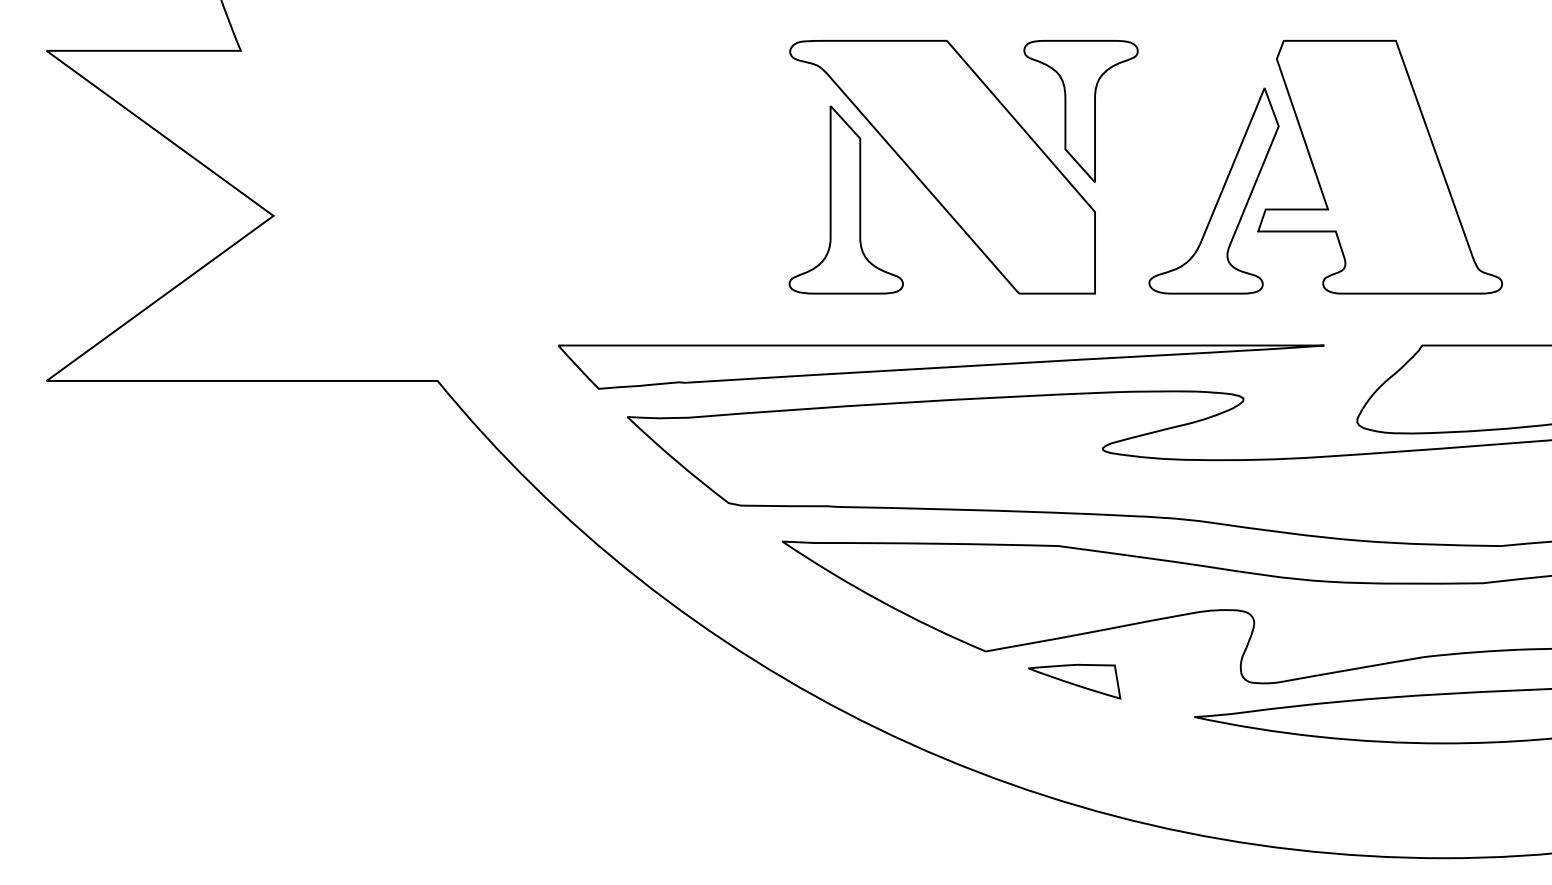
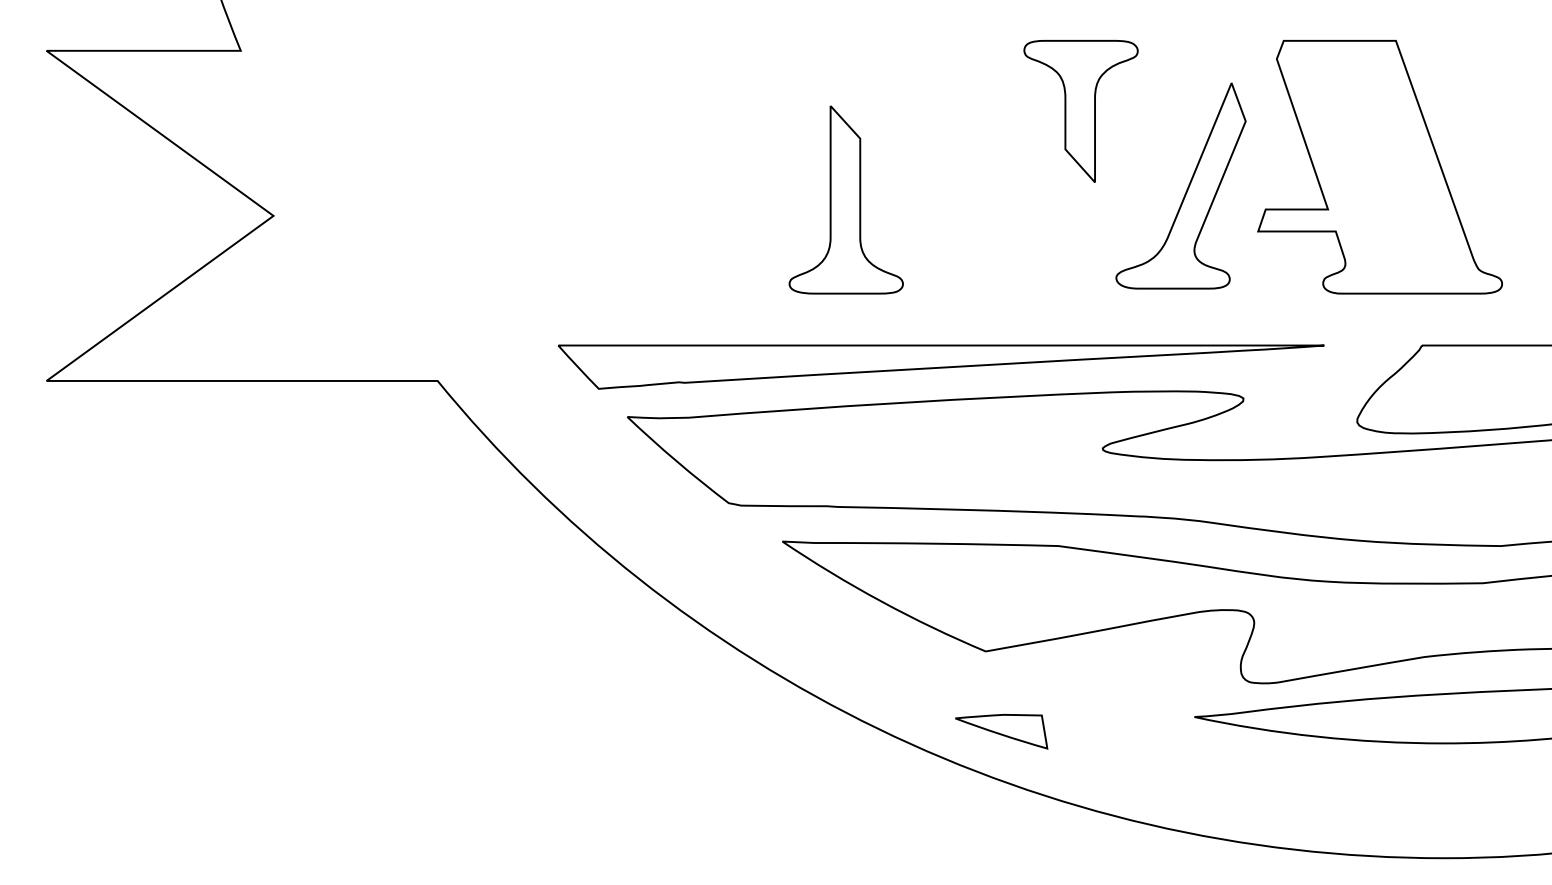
part at (942, 167): present -> none
part at (1219, 194) position: (1219, 194) -> (1186, 189)
part at (1074, 681) position: (1074, 681) -> (1001, 731)
